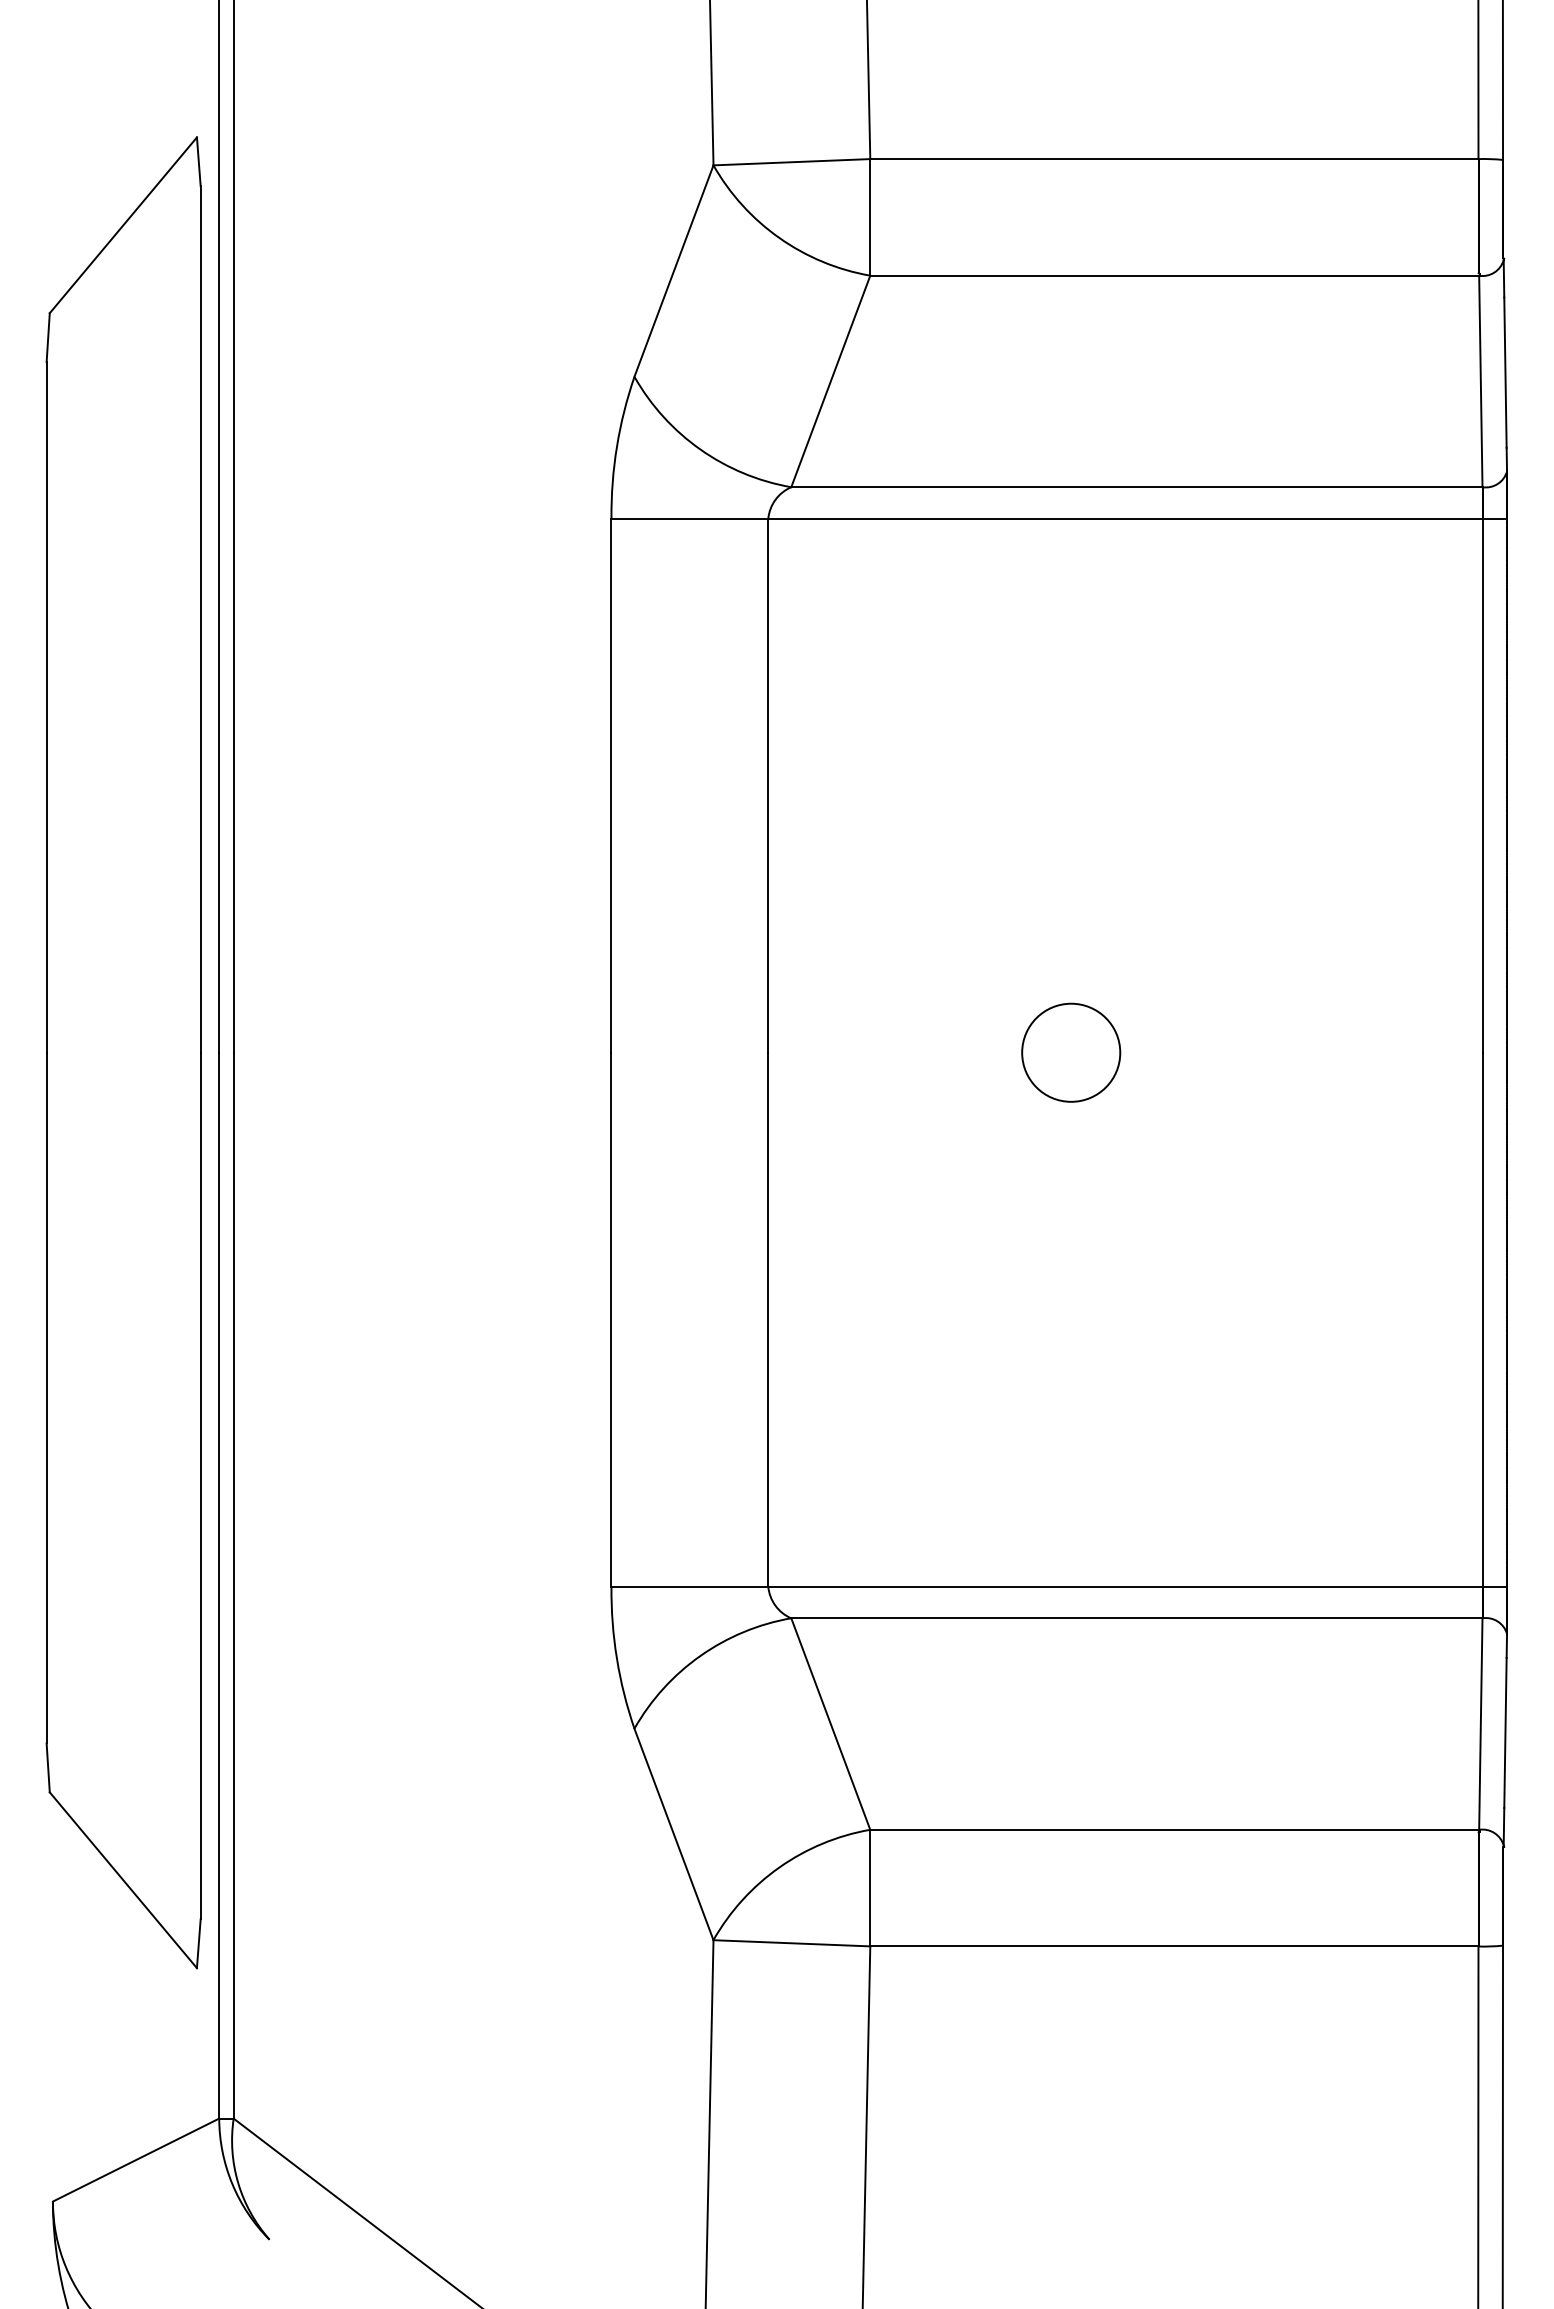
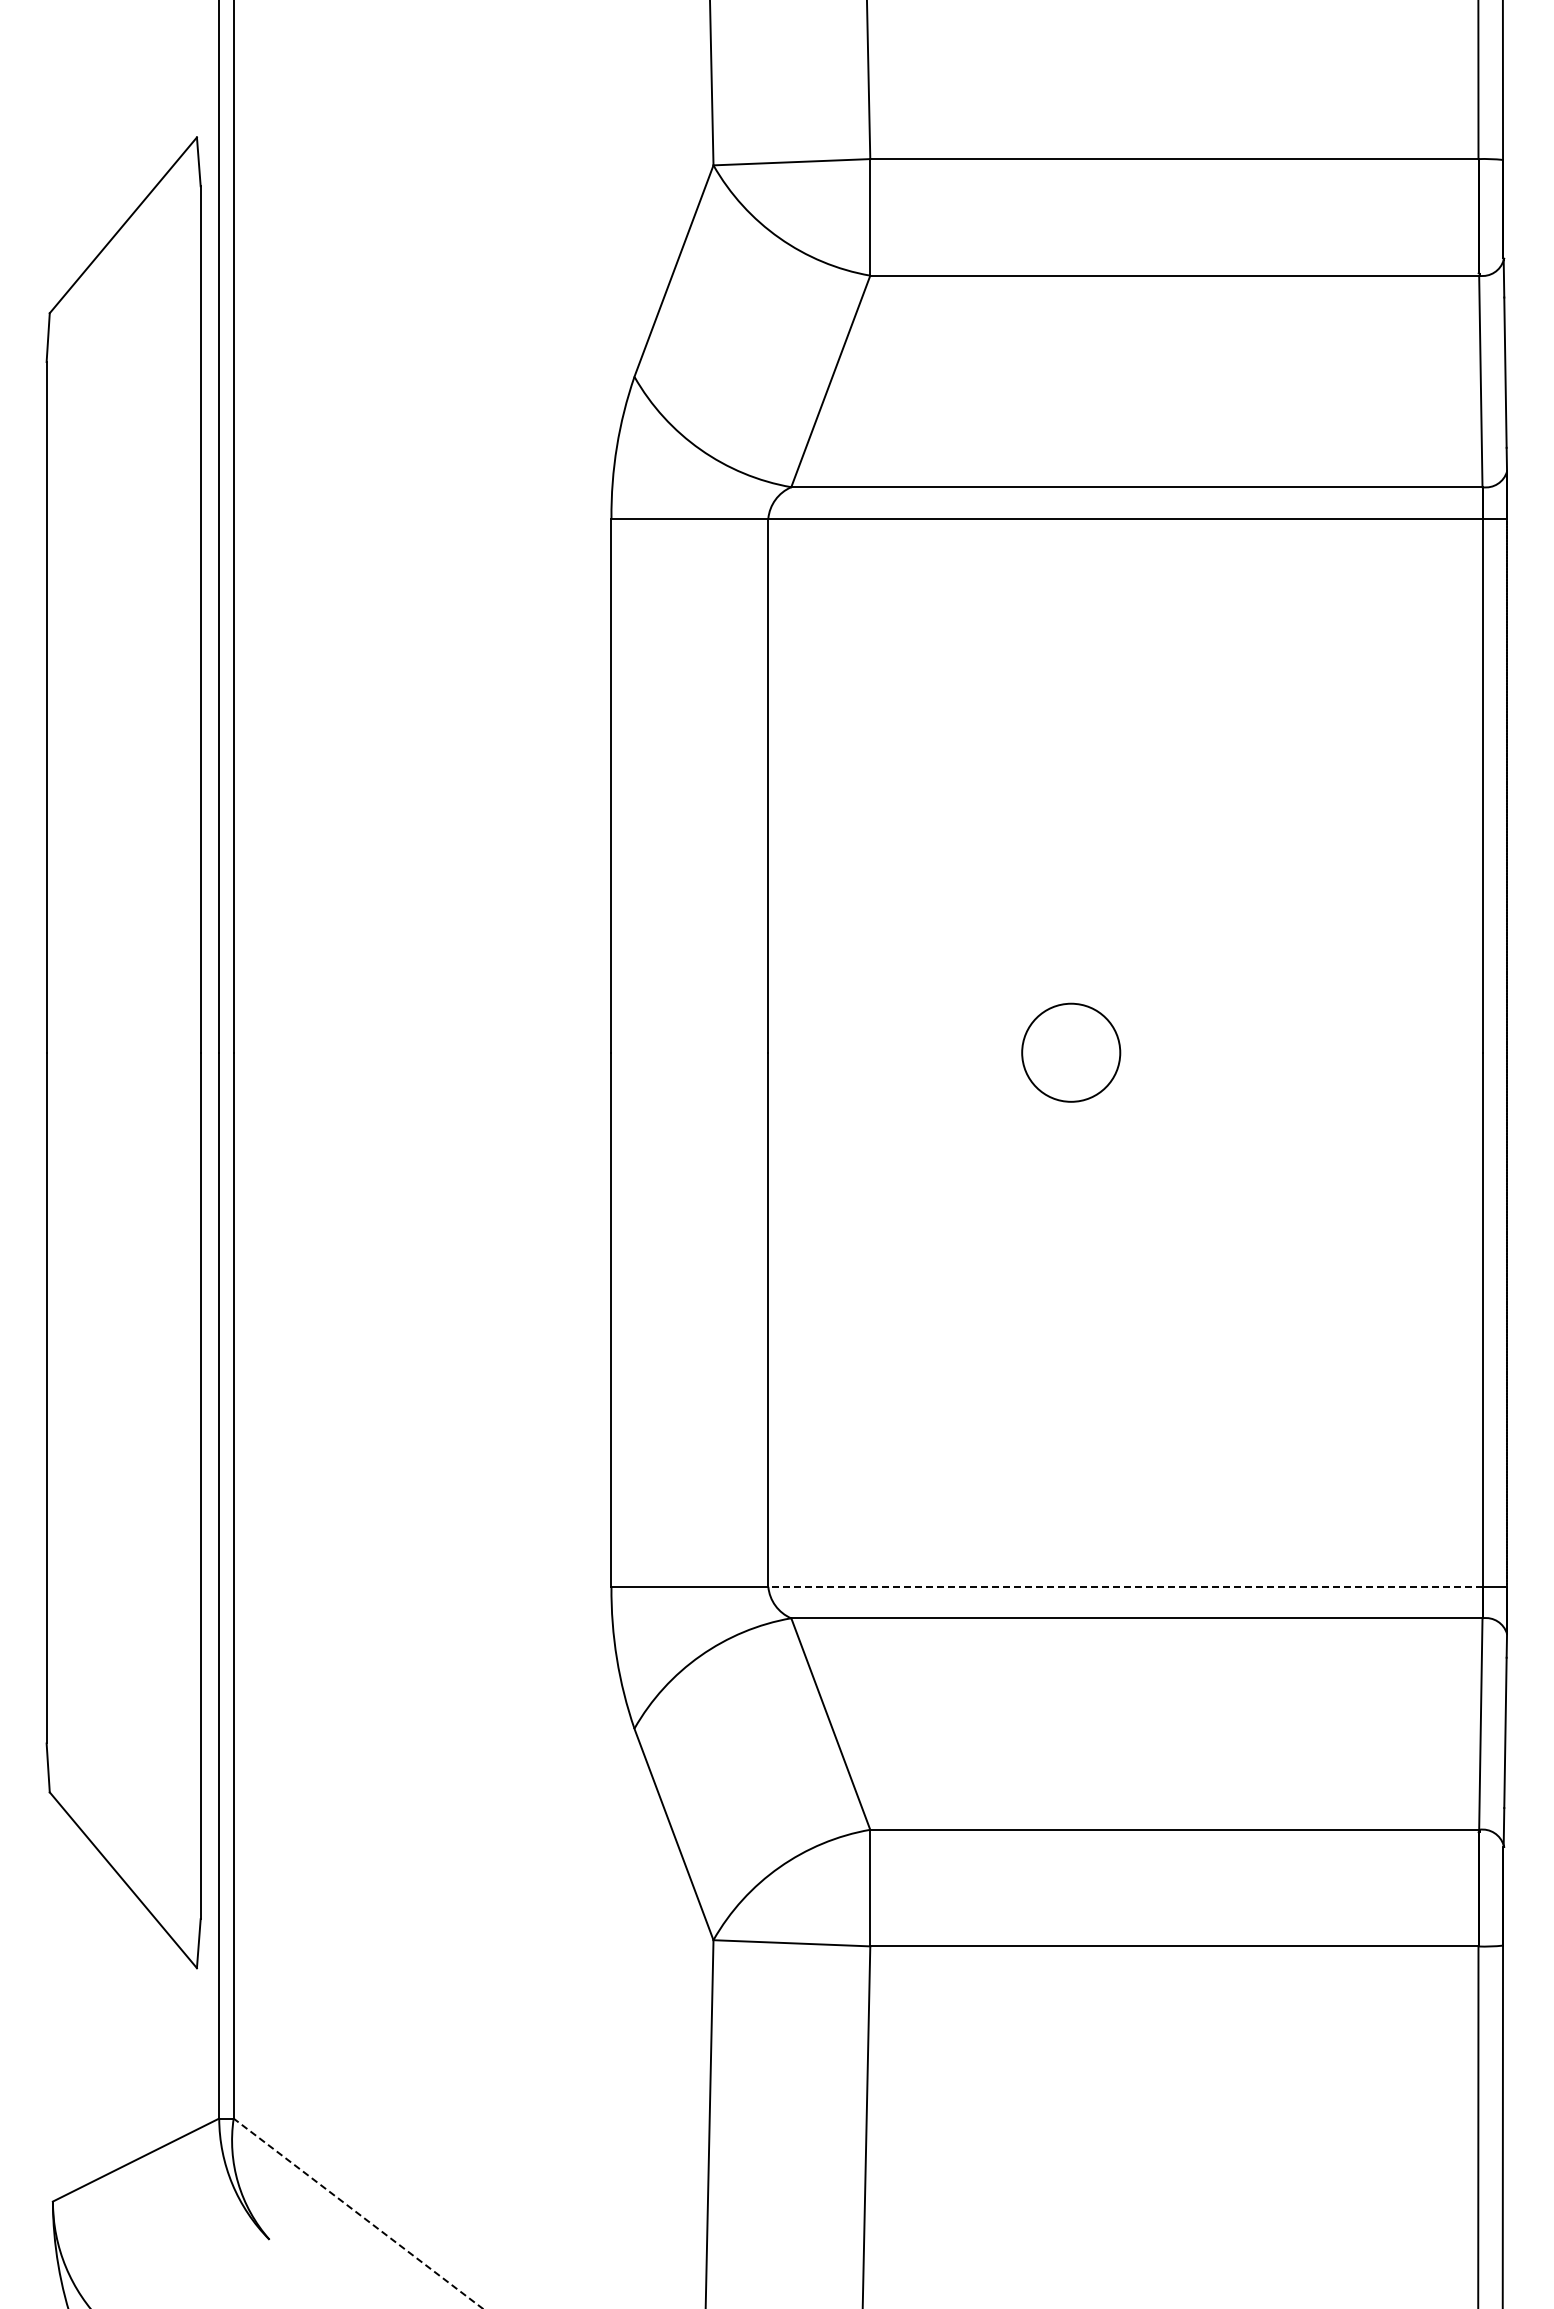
line at (1125, 1586): solid -> dashed
line at (358, 2213): solid -> dashed
